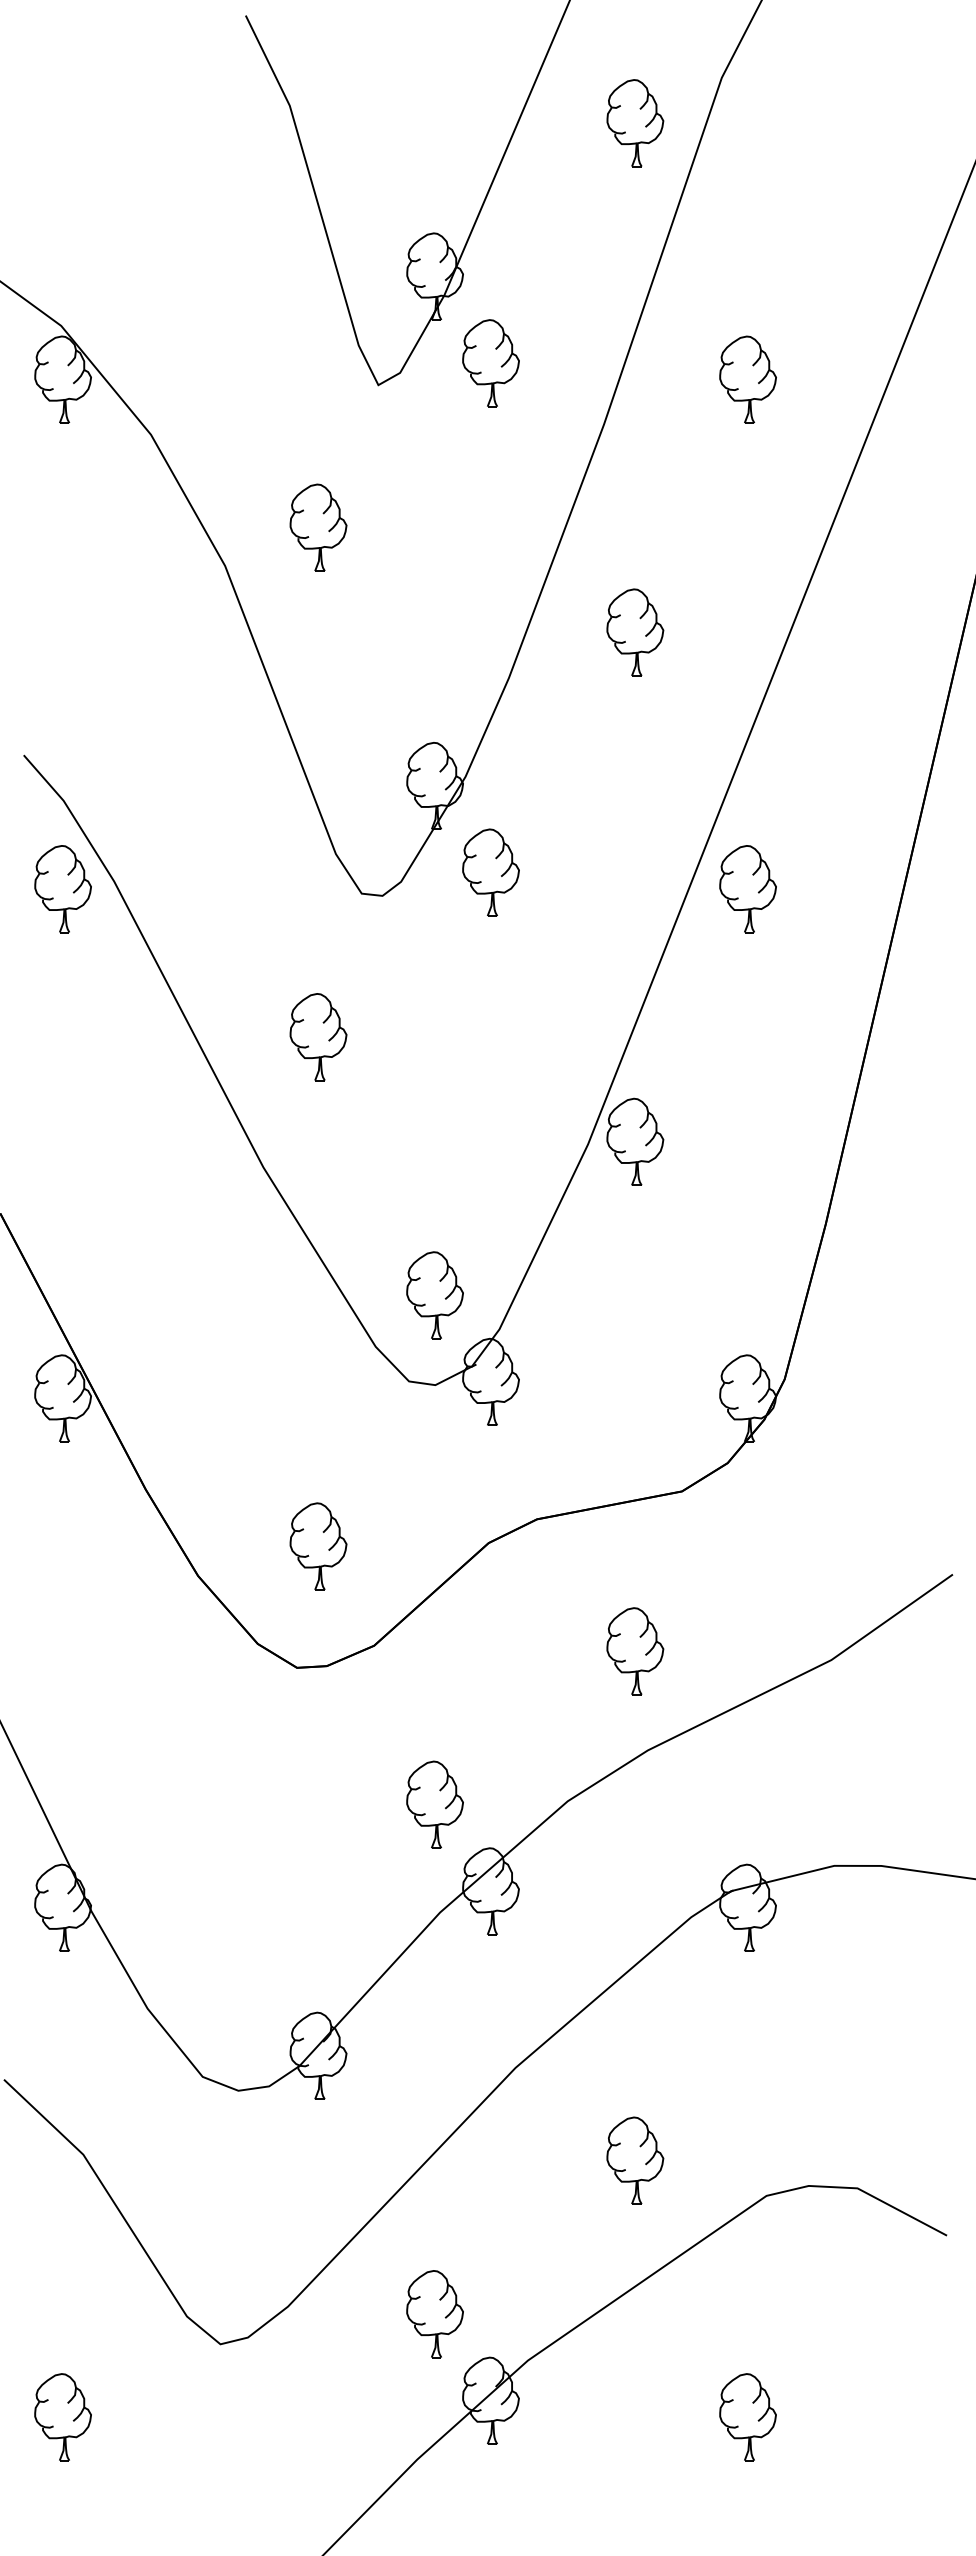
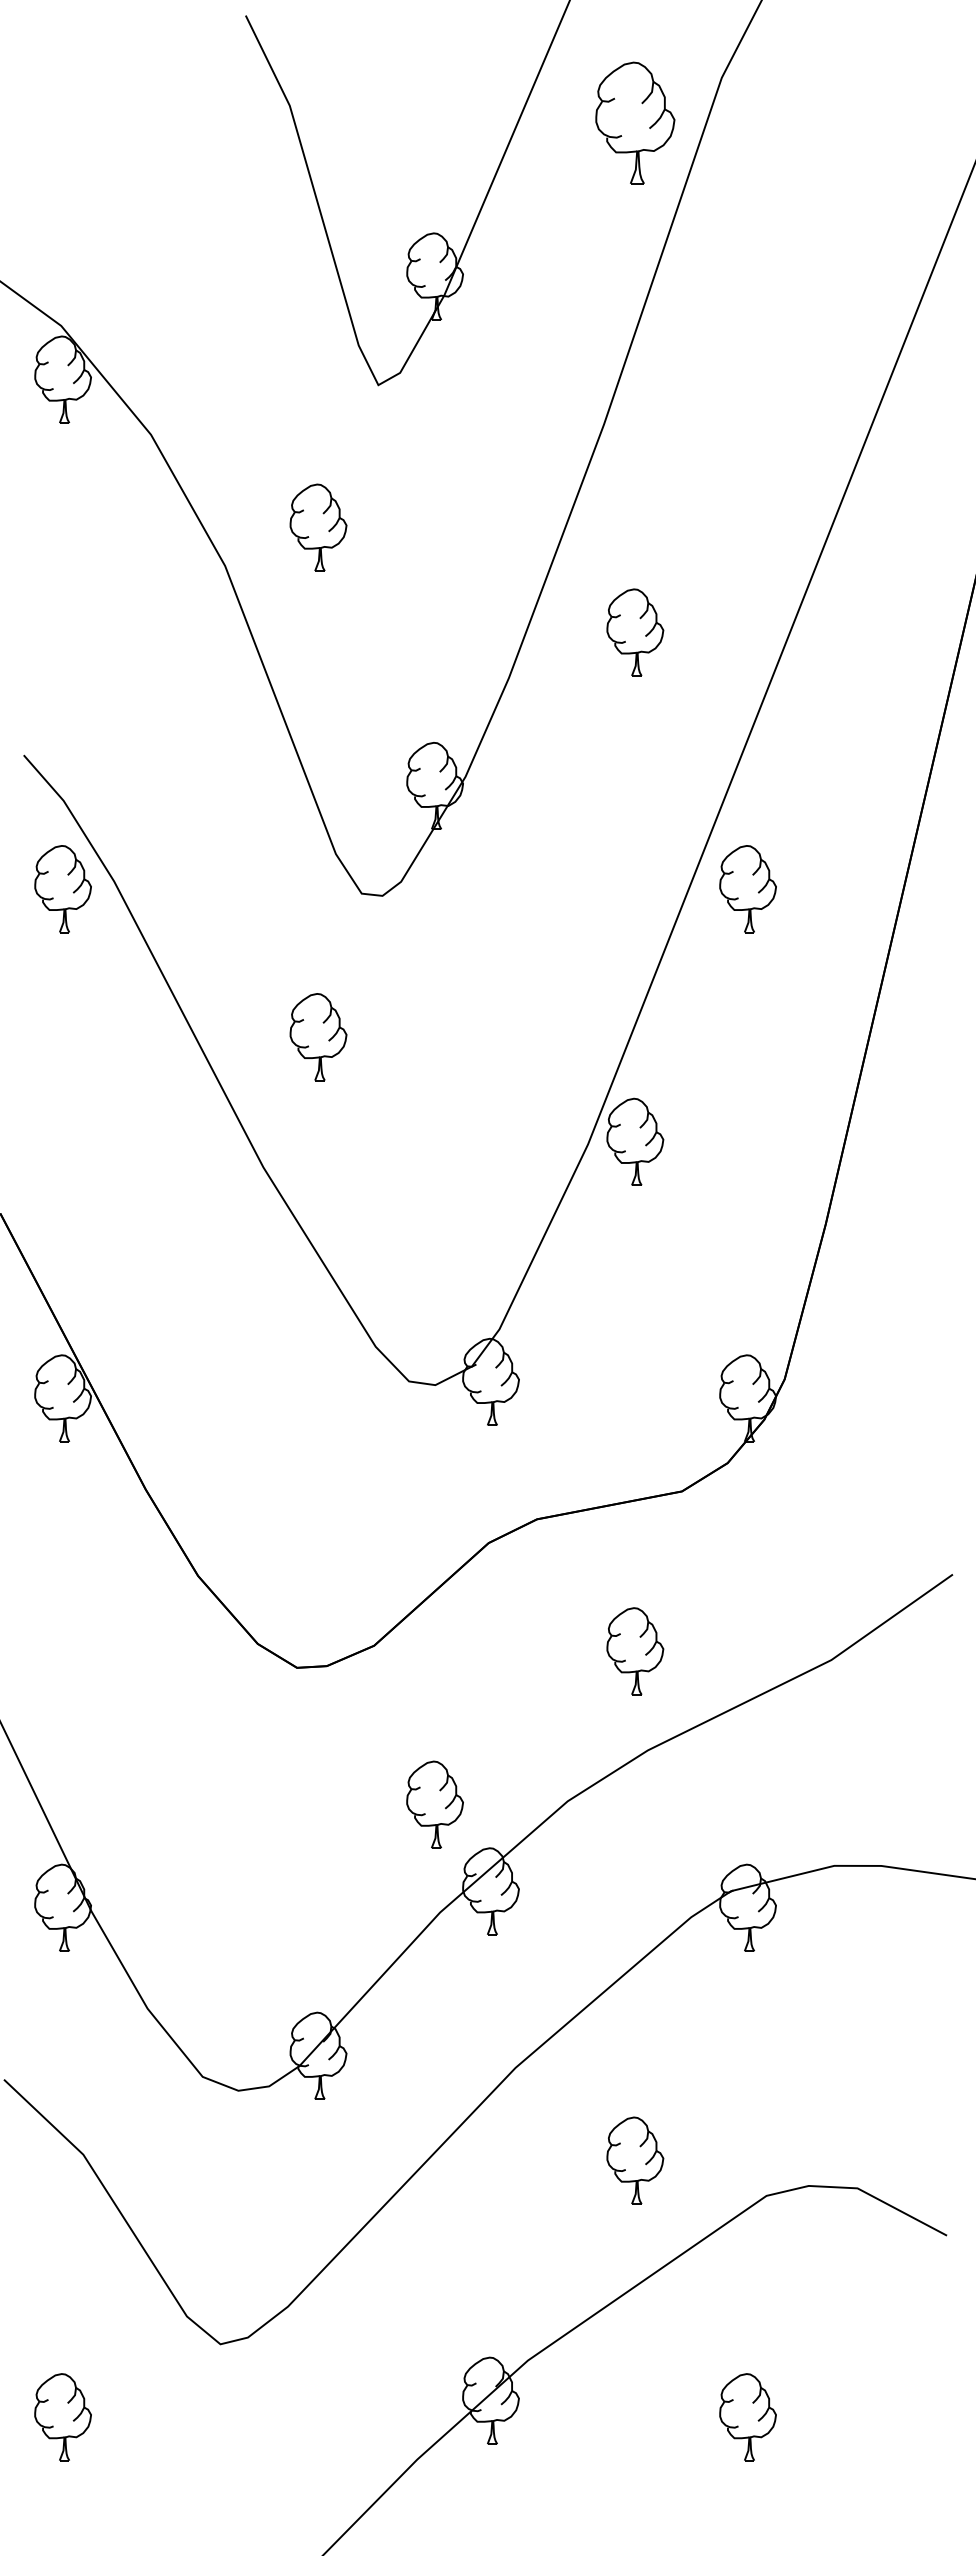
part at (635, 123) size: 59x89 px -> 81x124 px
part at (490, 363): present -> none
part at (747, 379): present -> none
part at (490, 872): present -> none
part at (434, 1295): present -> none
part at (318, 1546): present -> none
part at (434, 2314): present -> none
